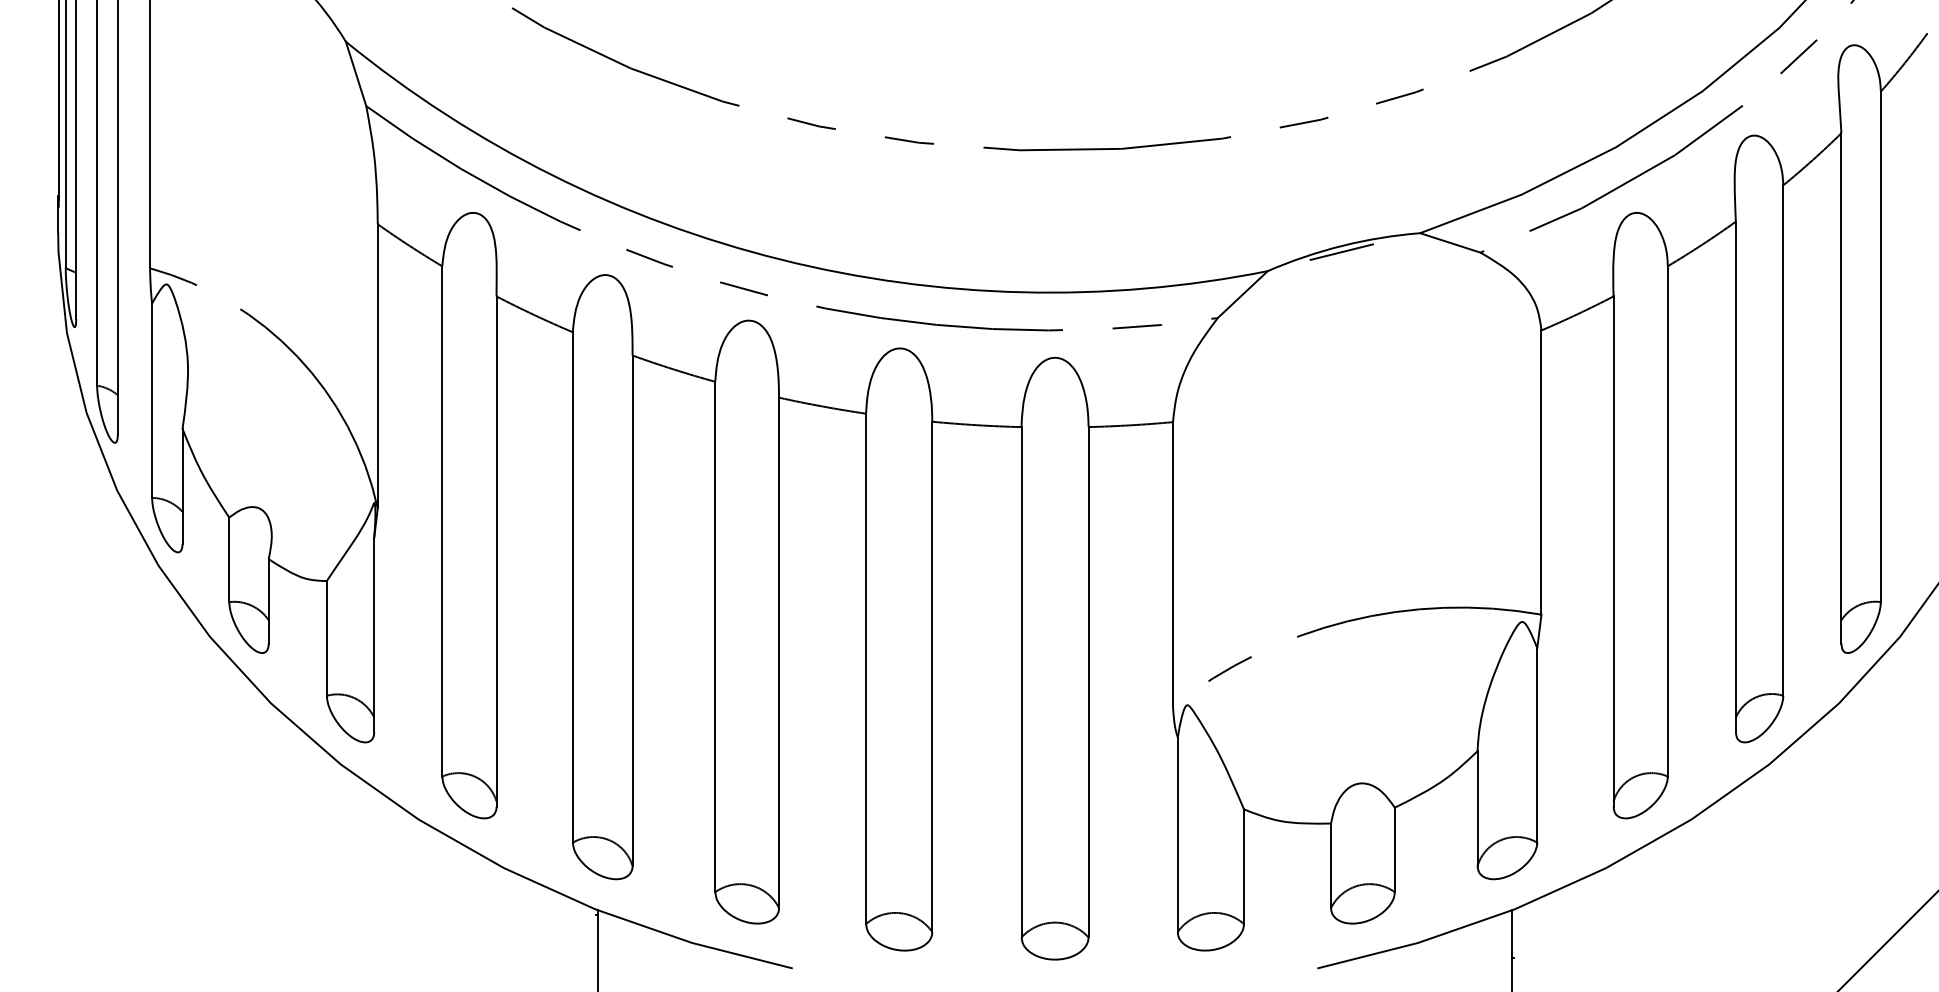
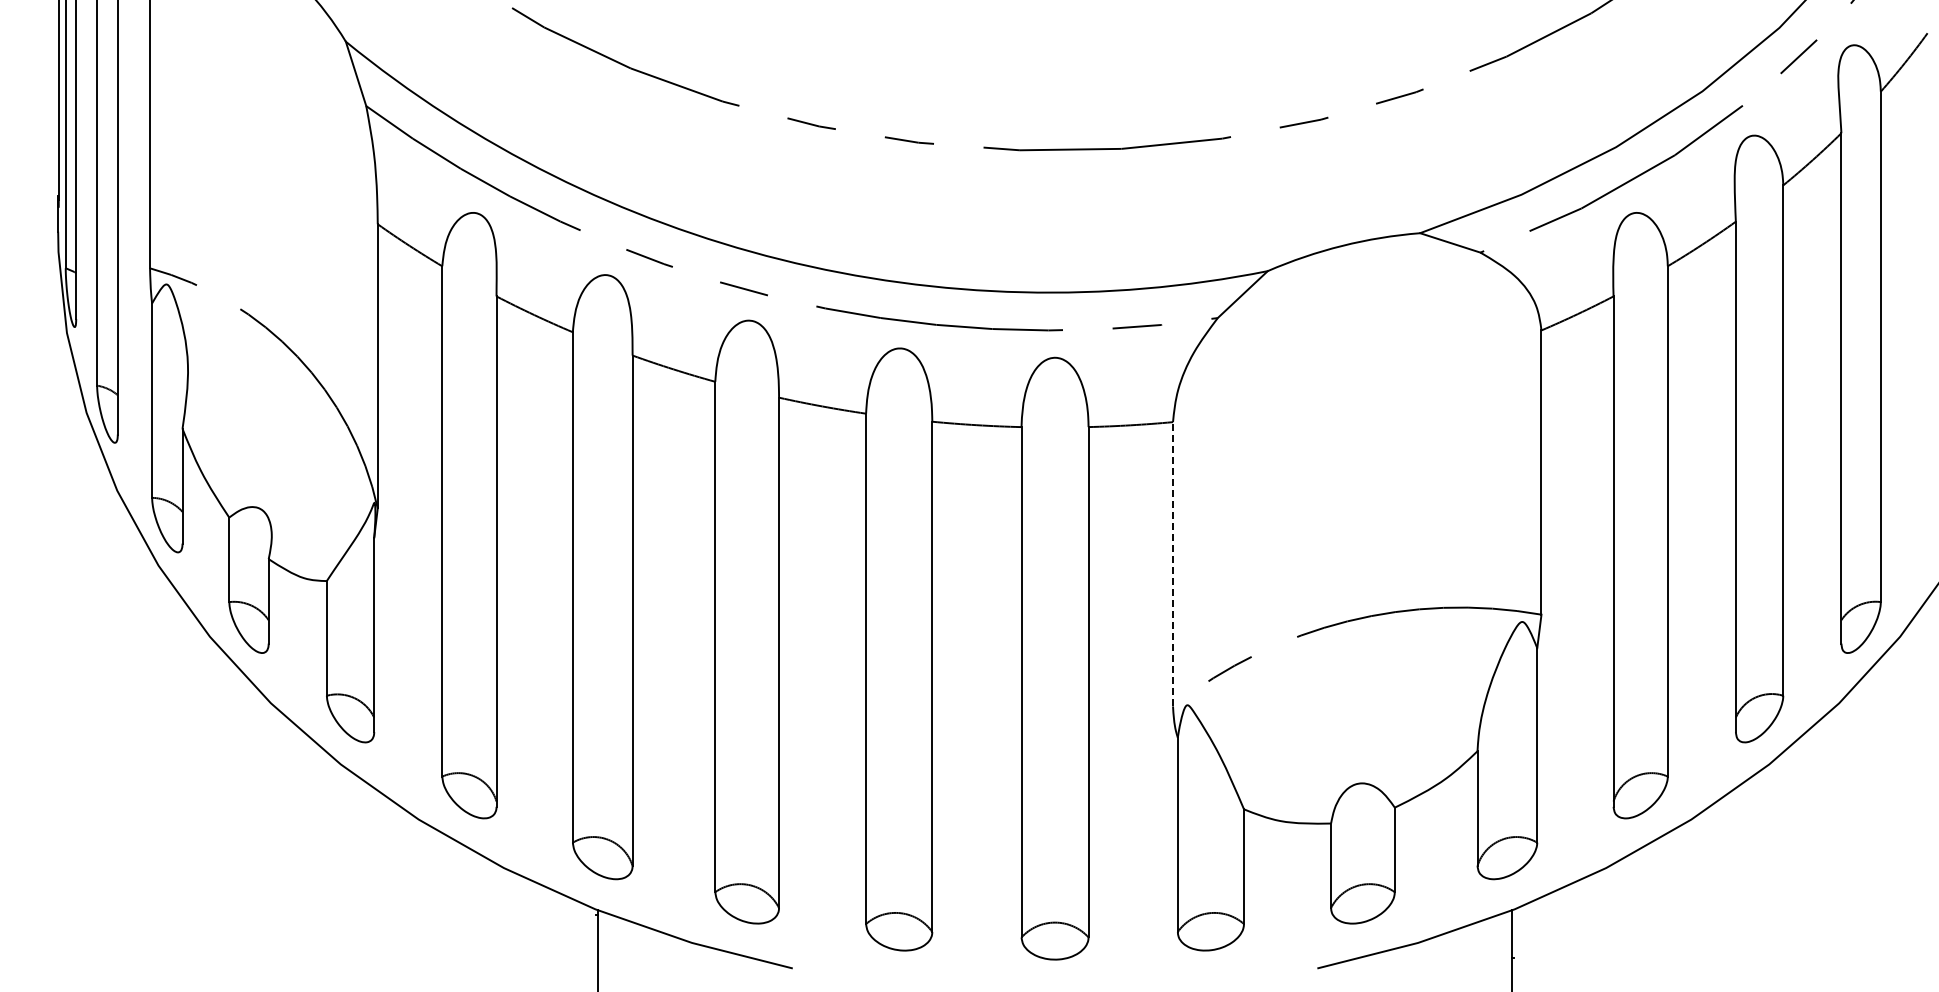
line at (1341, 251): present -> none
line at (1173, 563): solid -> dashed
line at (1887, 940): present -> none
